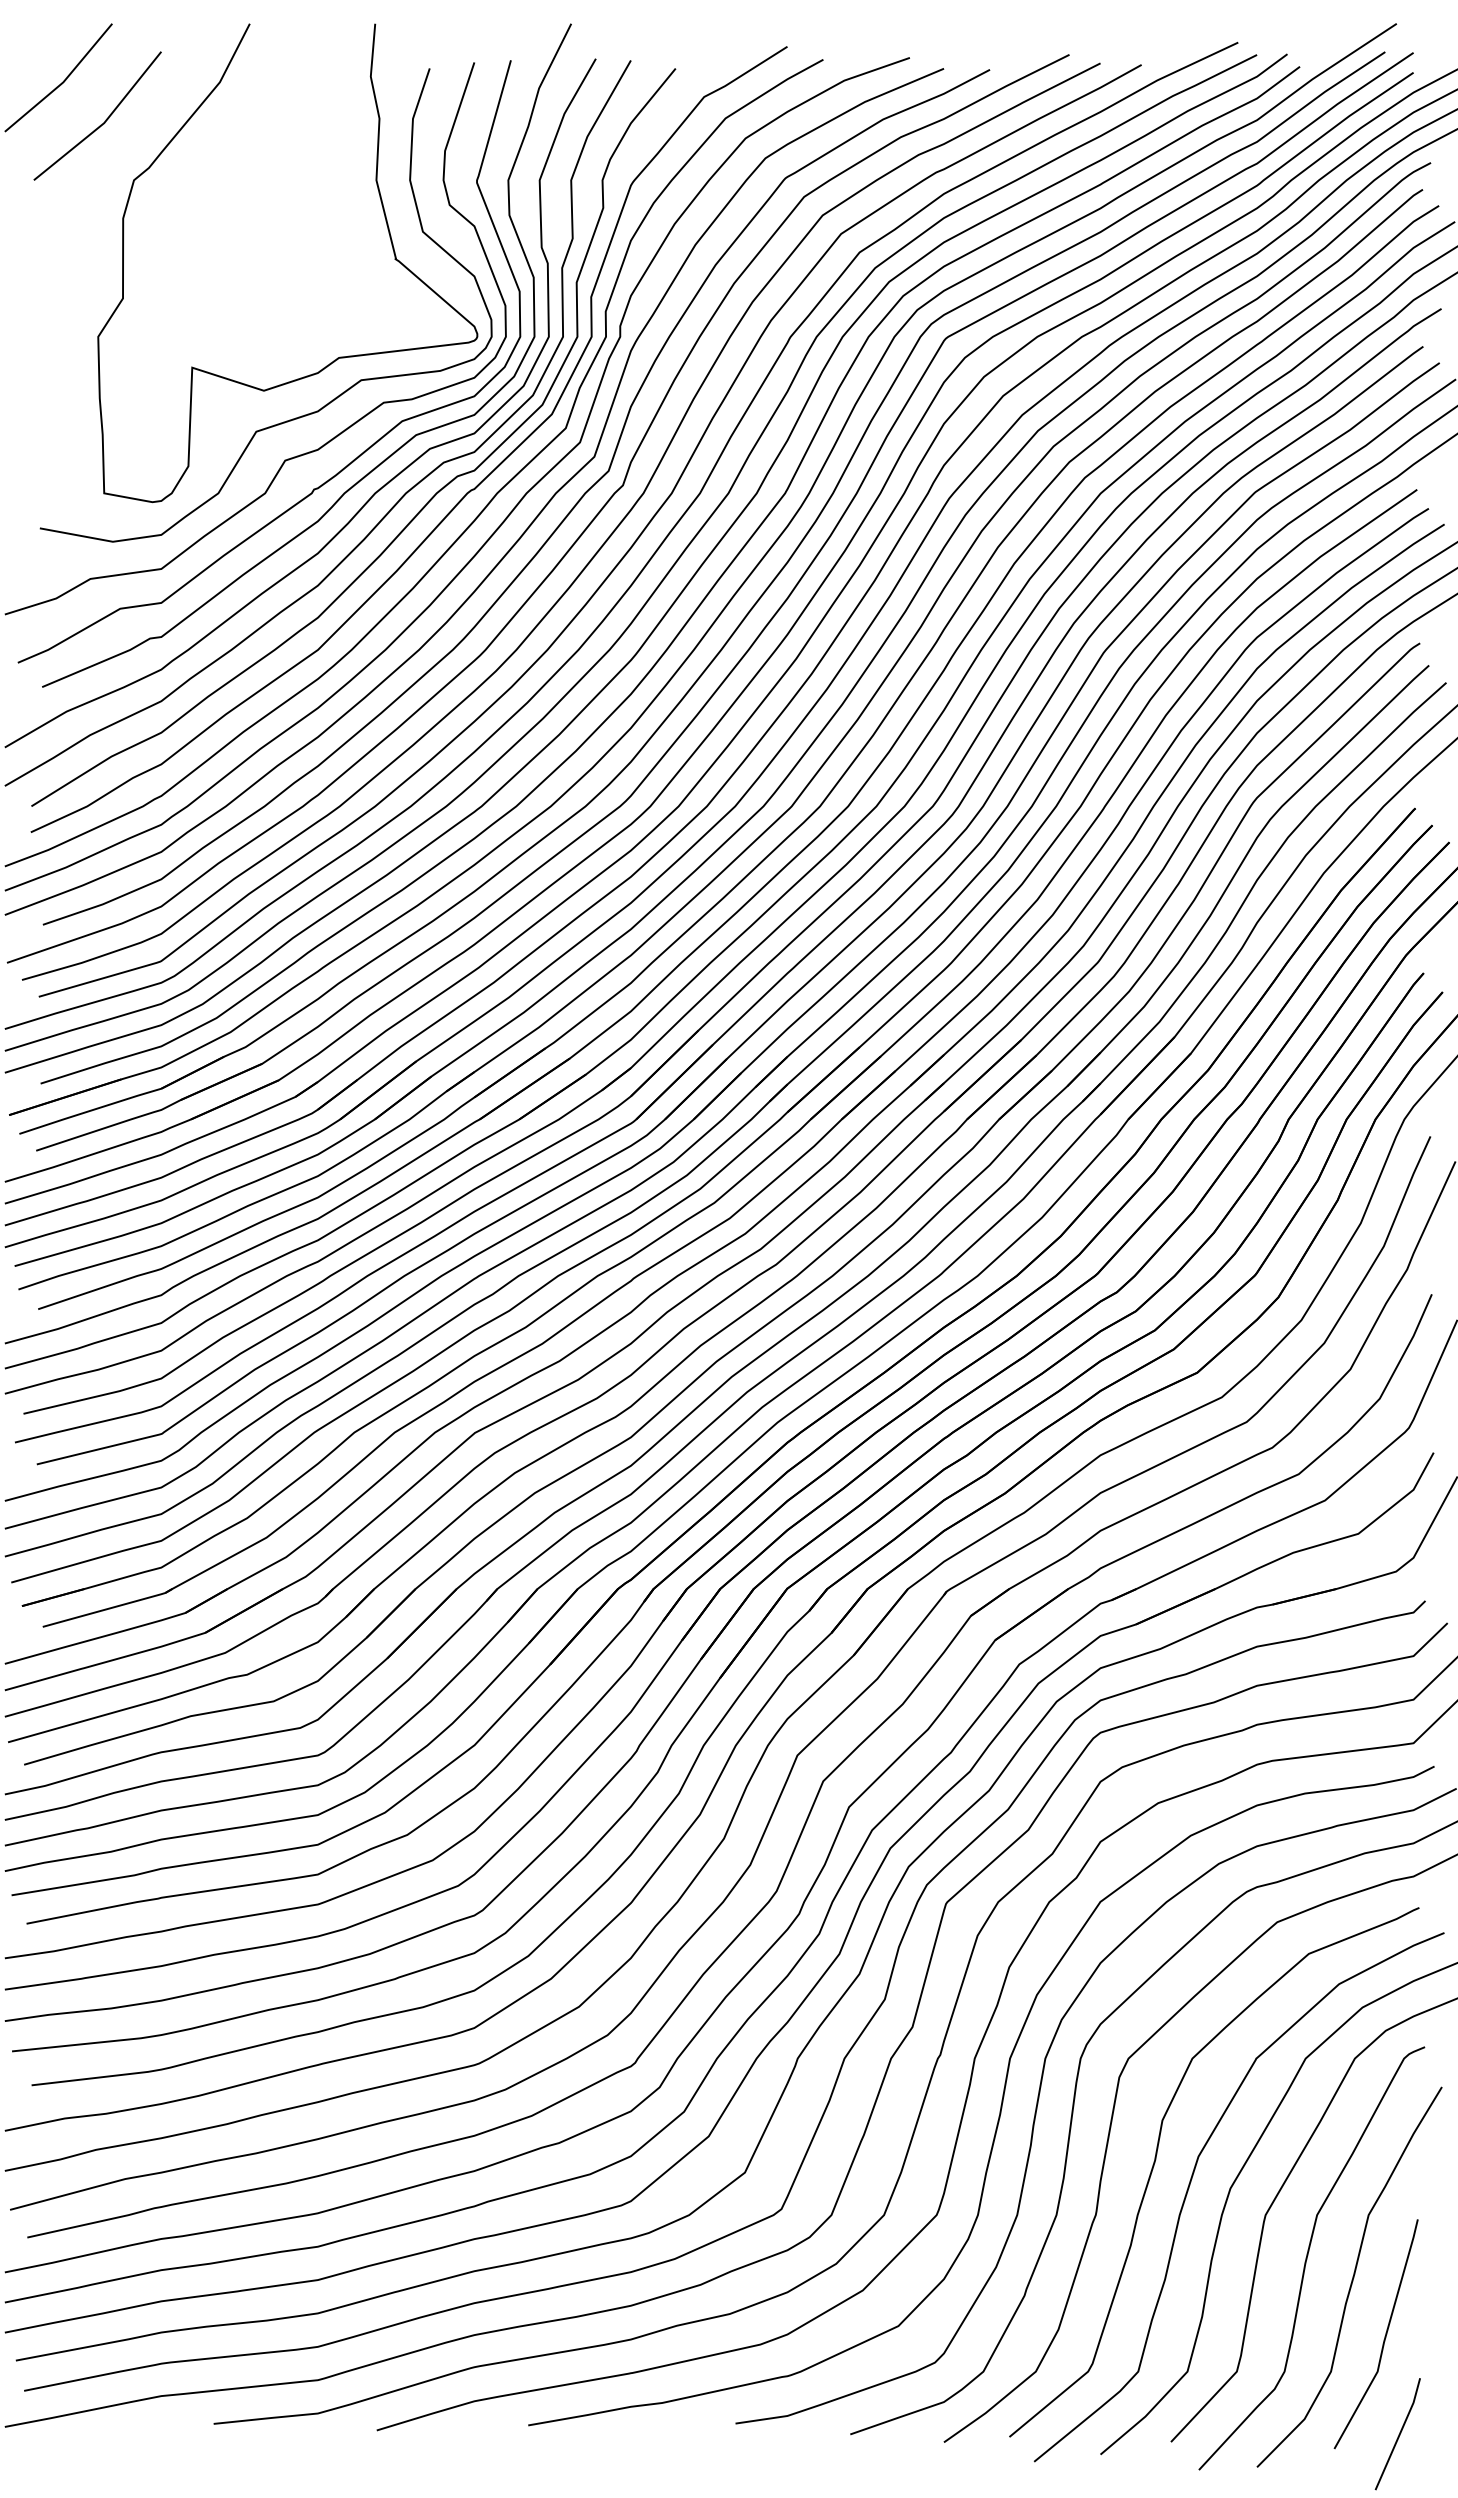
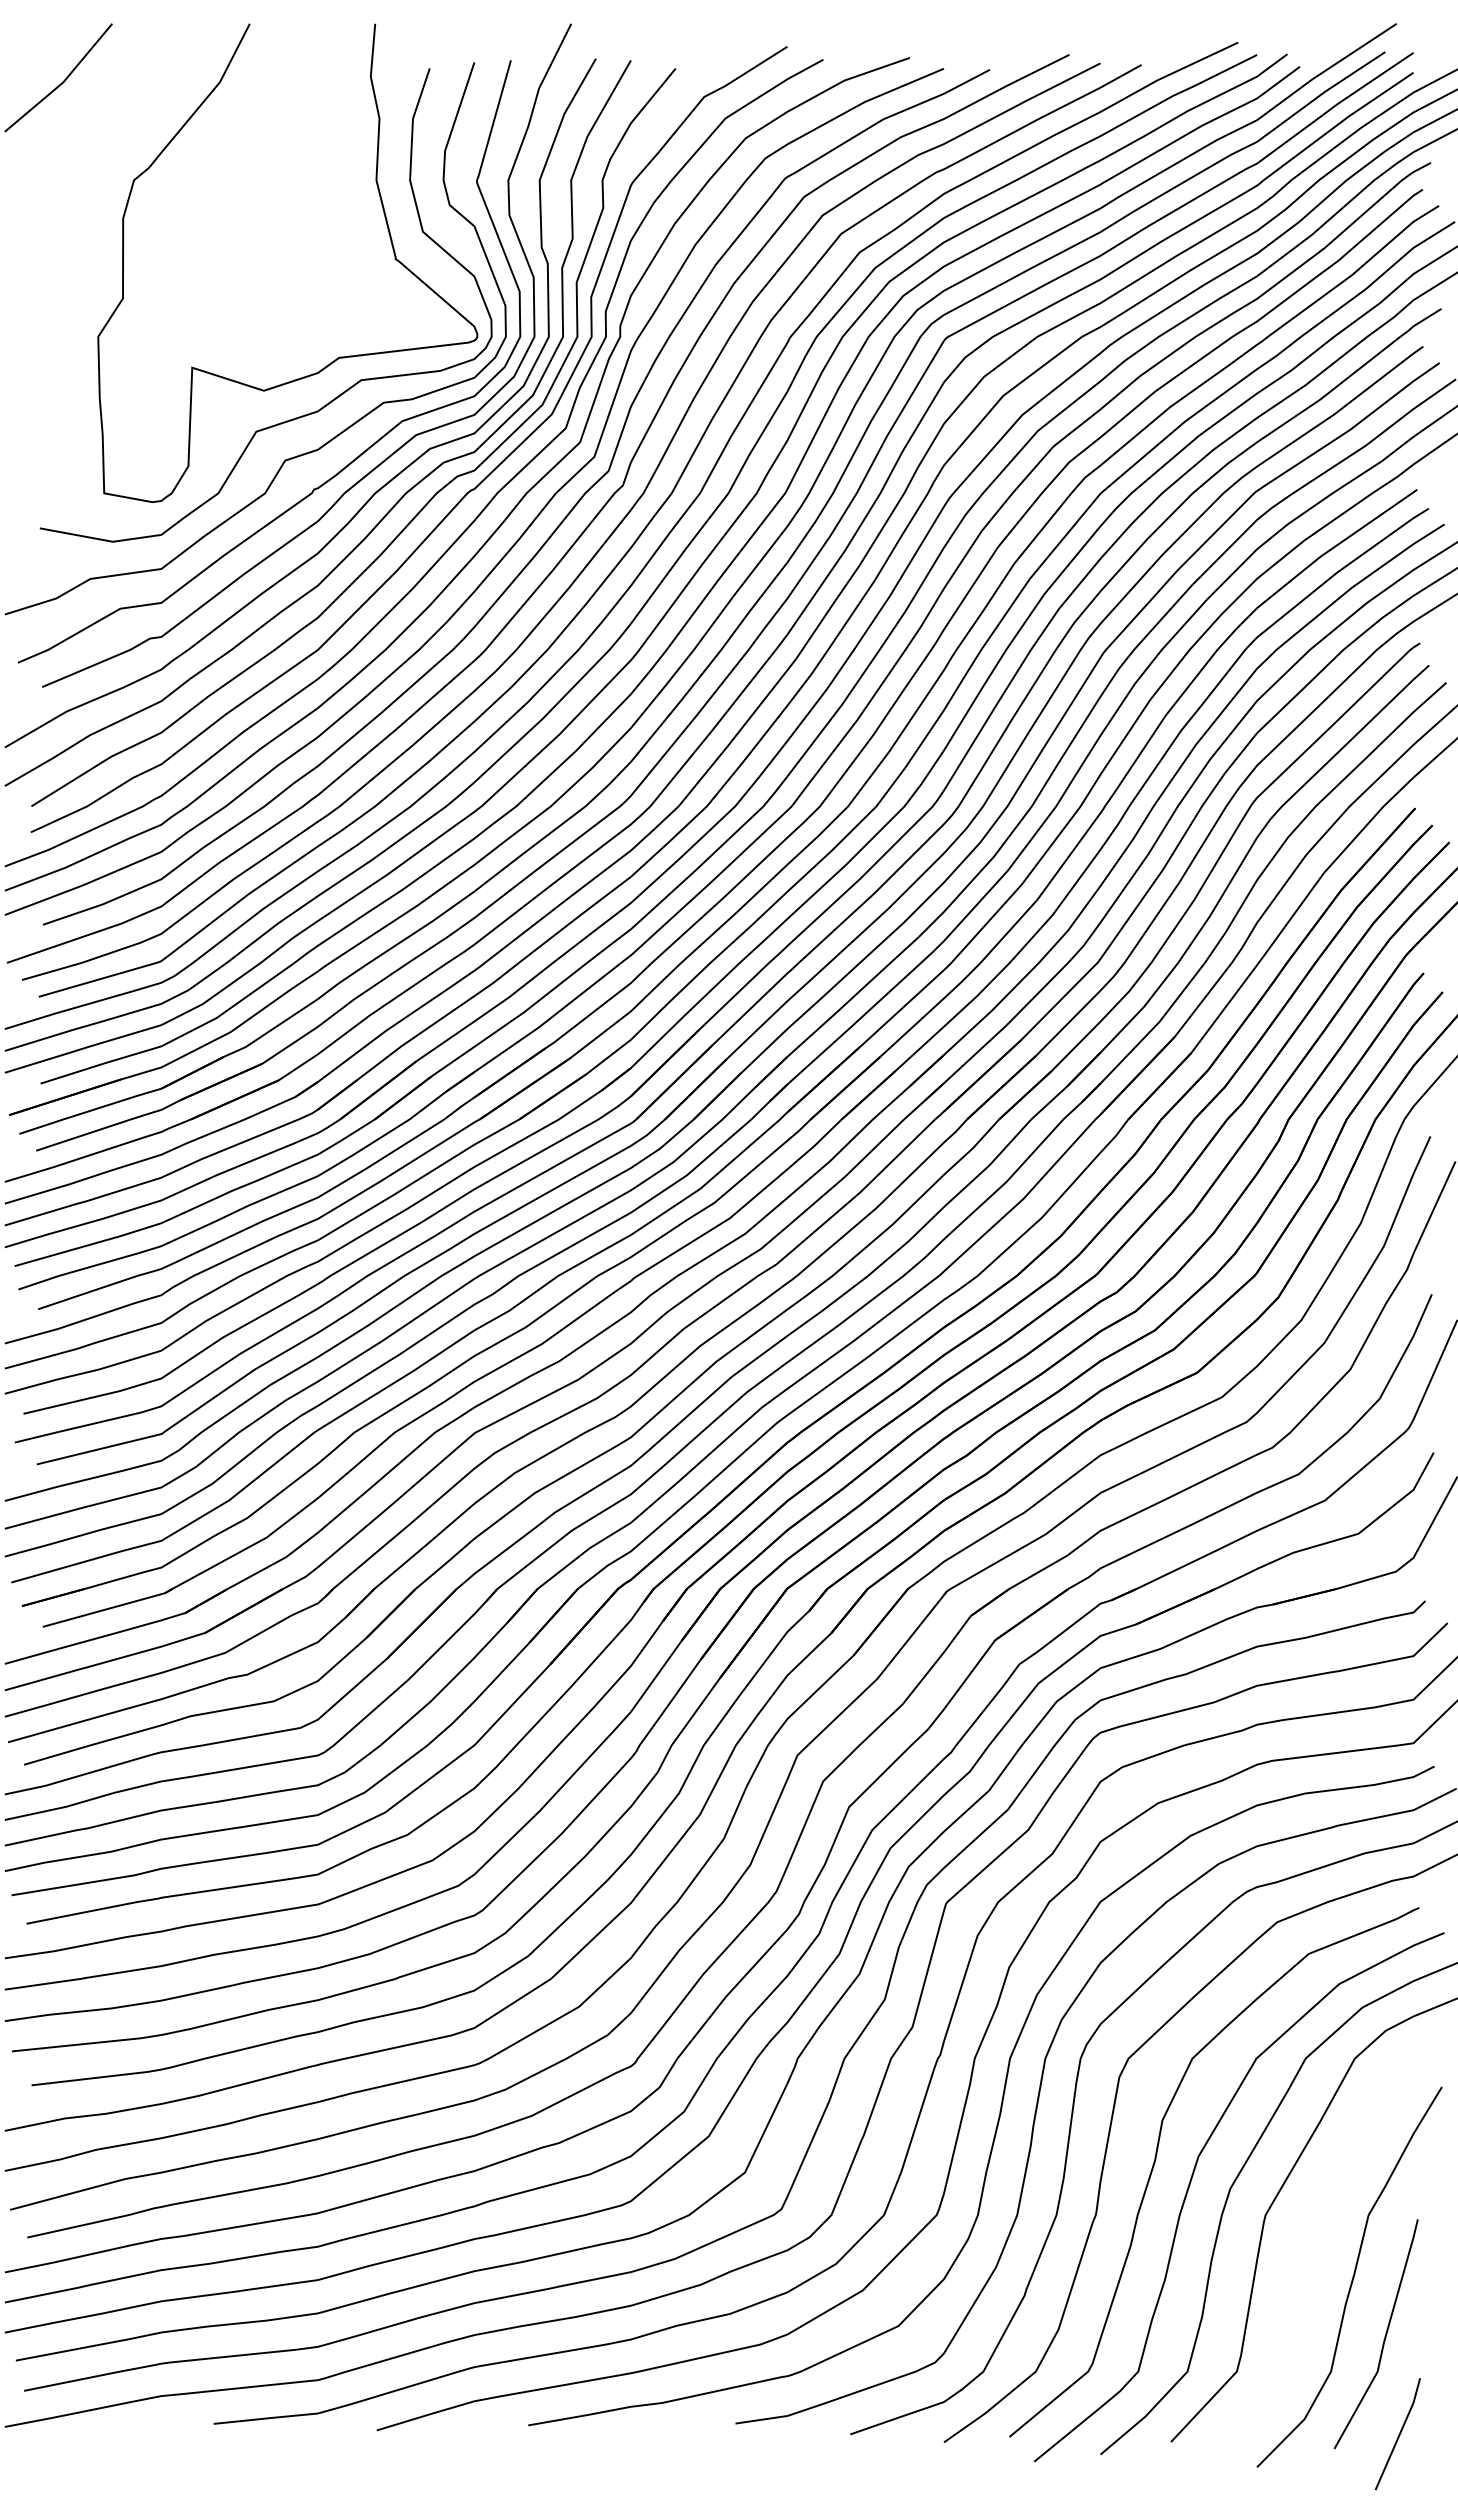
line at (105, 119): present -> none
curve at (1307, 2258): present -> none
